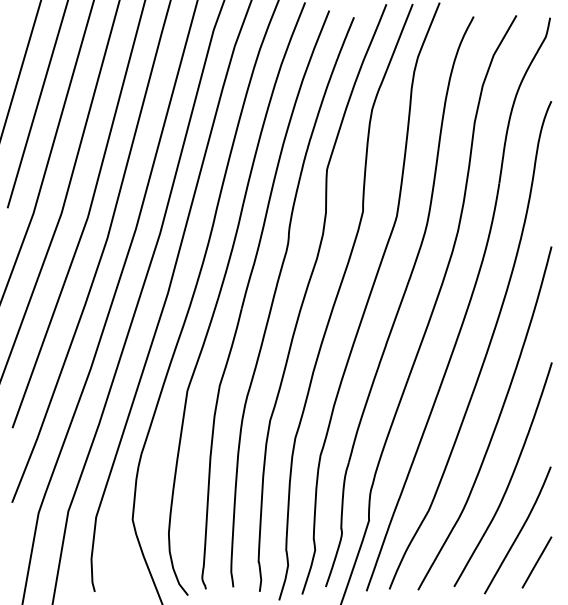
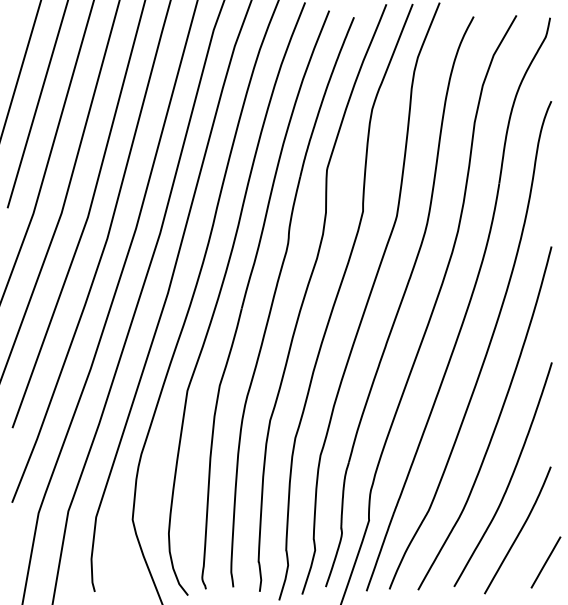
line at (536, 562) position: (536, 562) -> (545, 562)
